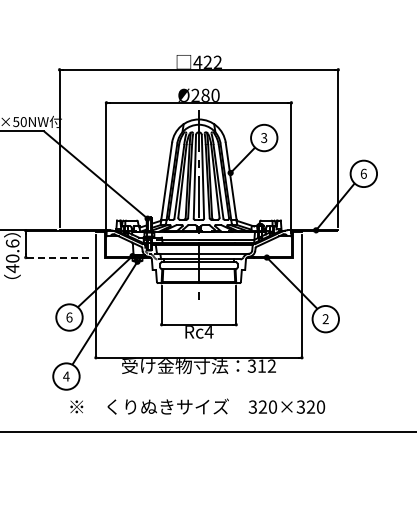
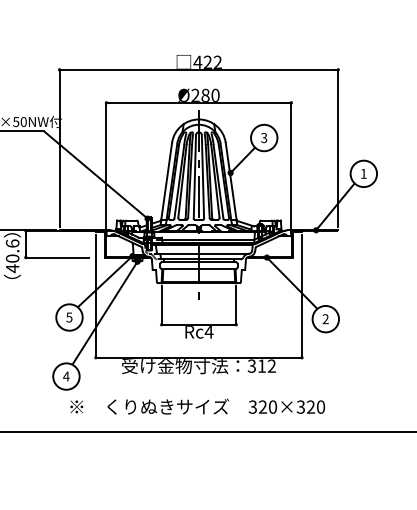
text at (363, 173): 6 -> 1
line at (57, 257): dashed -> solid
text at (69, 317): 6 -> 5
